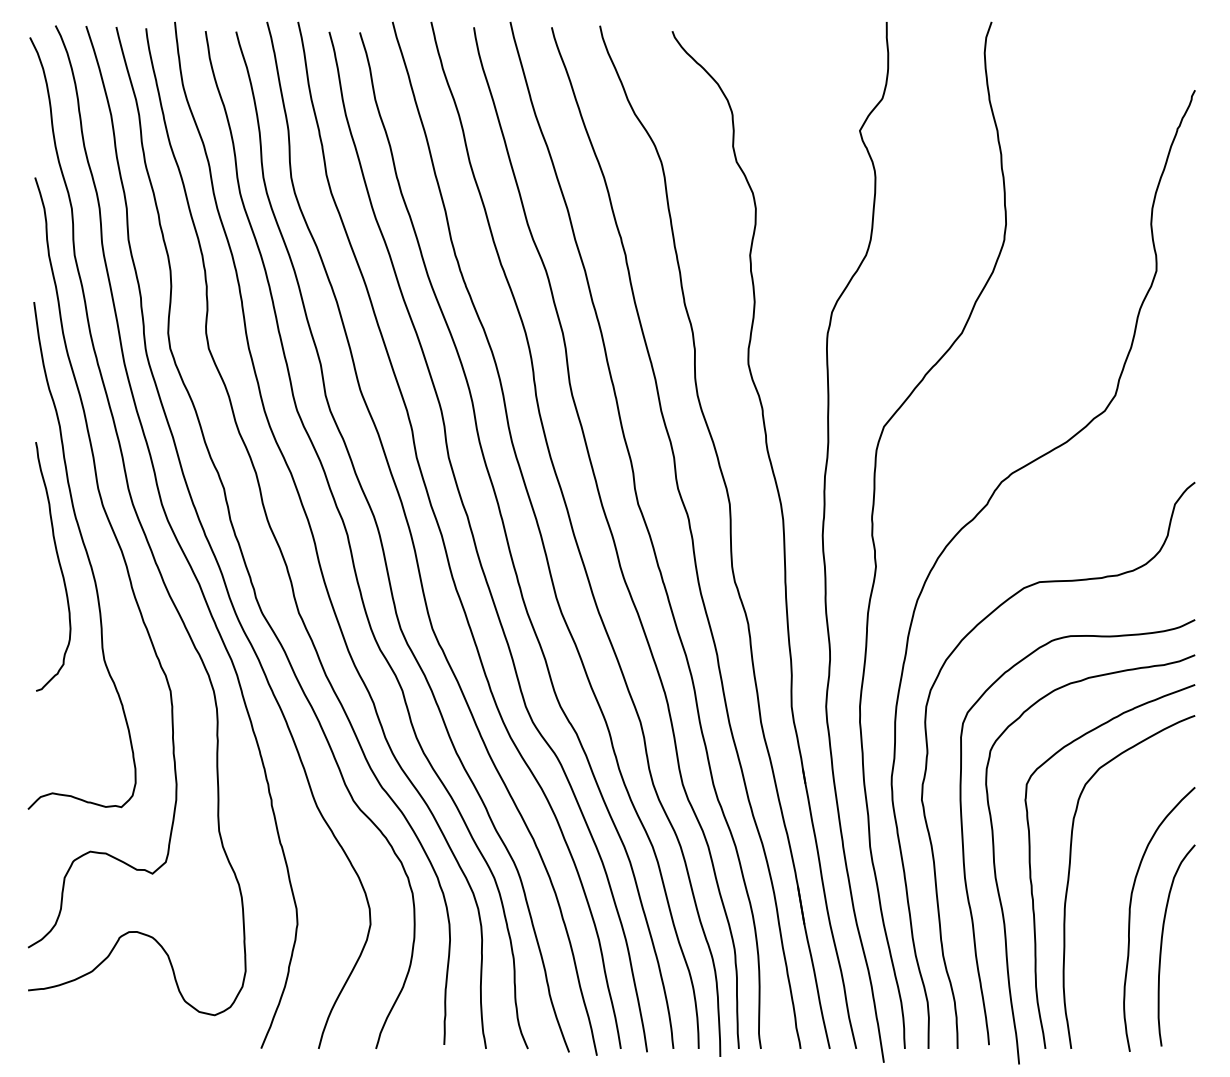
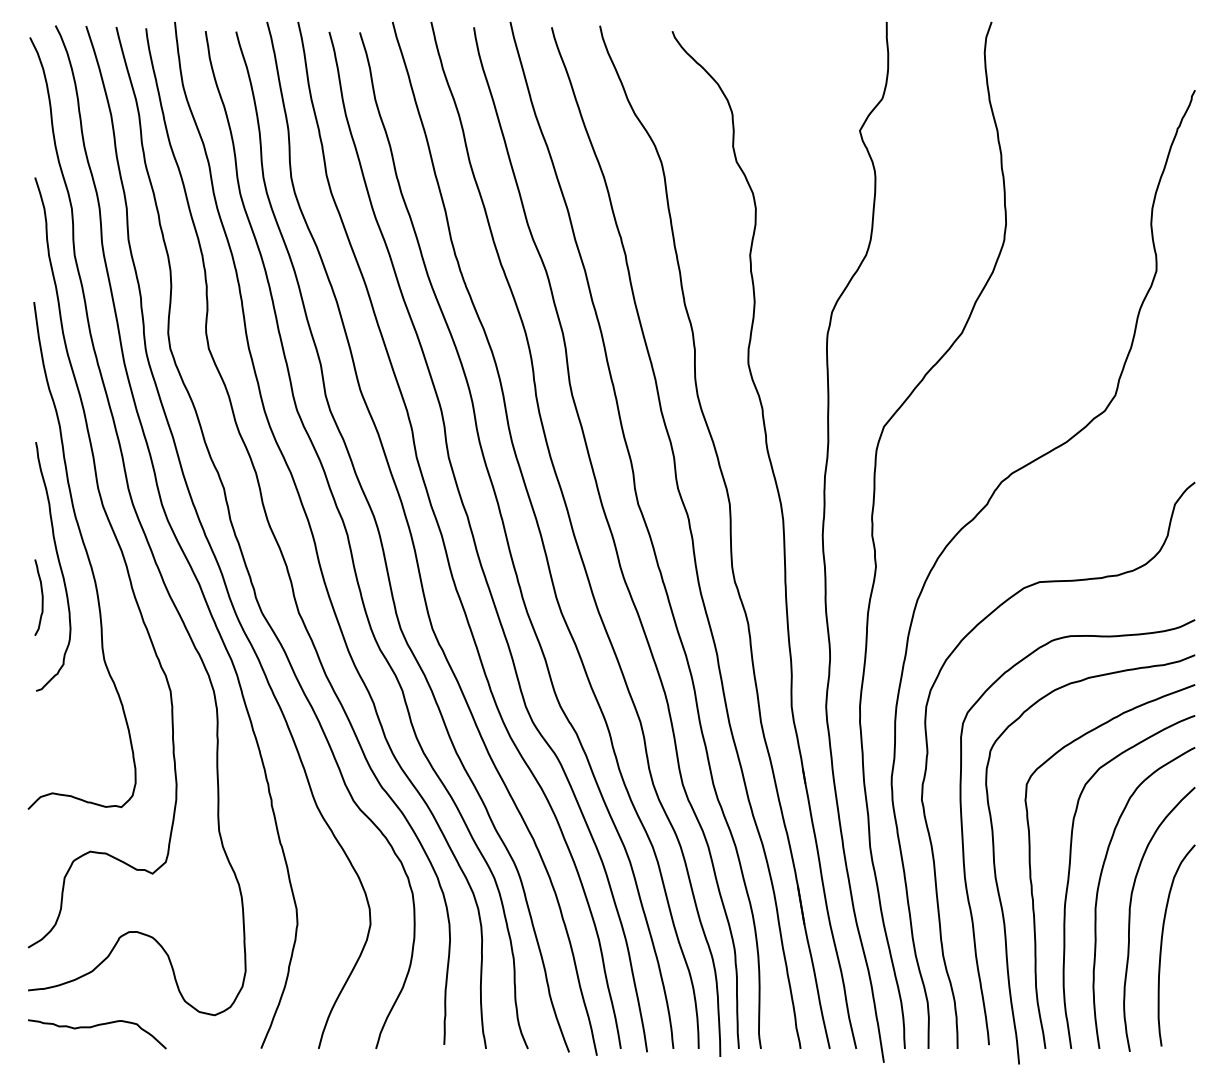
curve at (41, 597): none -> present
curve at (1099, 887): none -> present
curve at (94, 1027): none -> present
